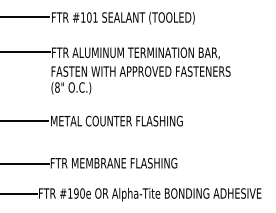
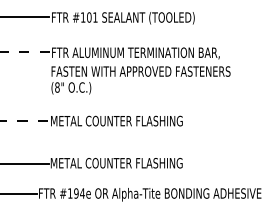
line at (25, 52): solid -> dashed
line at (24, 121): solid -> dashed
text at (116, 162): FTR MEMBRANE FLASHING -> METAL COUNTER FLASHING
text at (82, 193): #190e -> #194e
